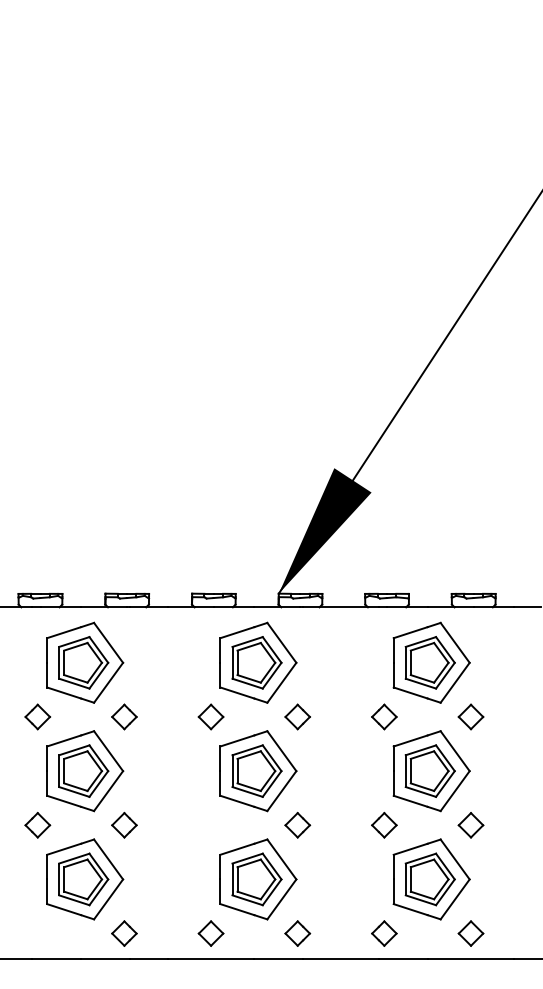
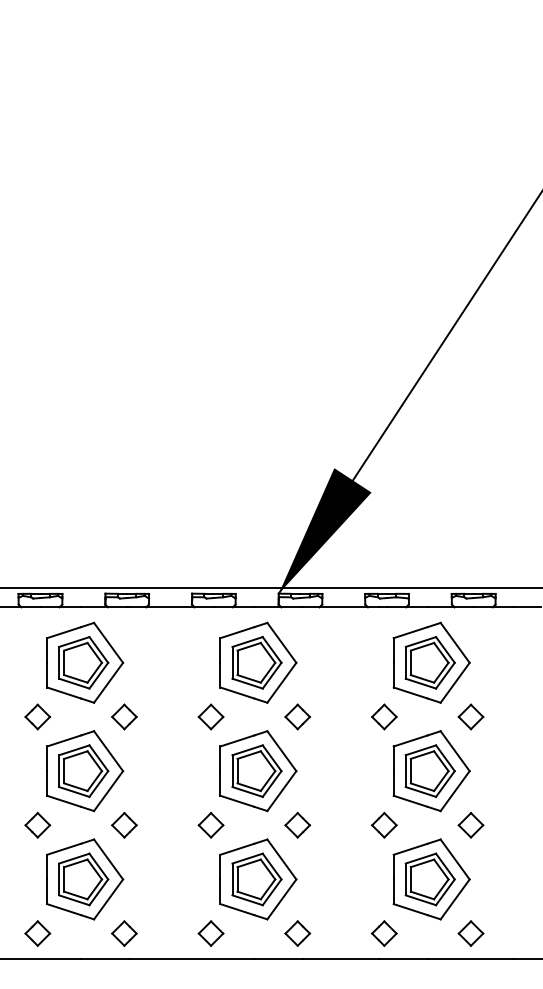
line at (270, 588): none -> present
part at (210, 825): none -> present
part at (37, 933): none -> present
